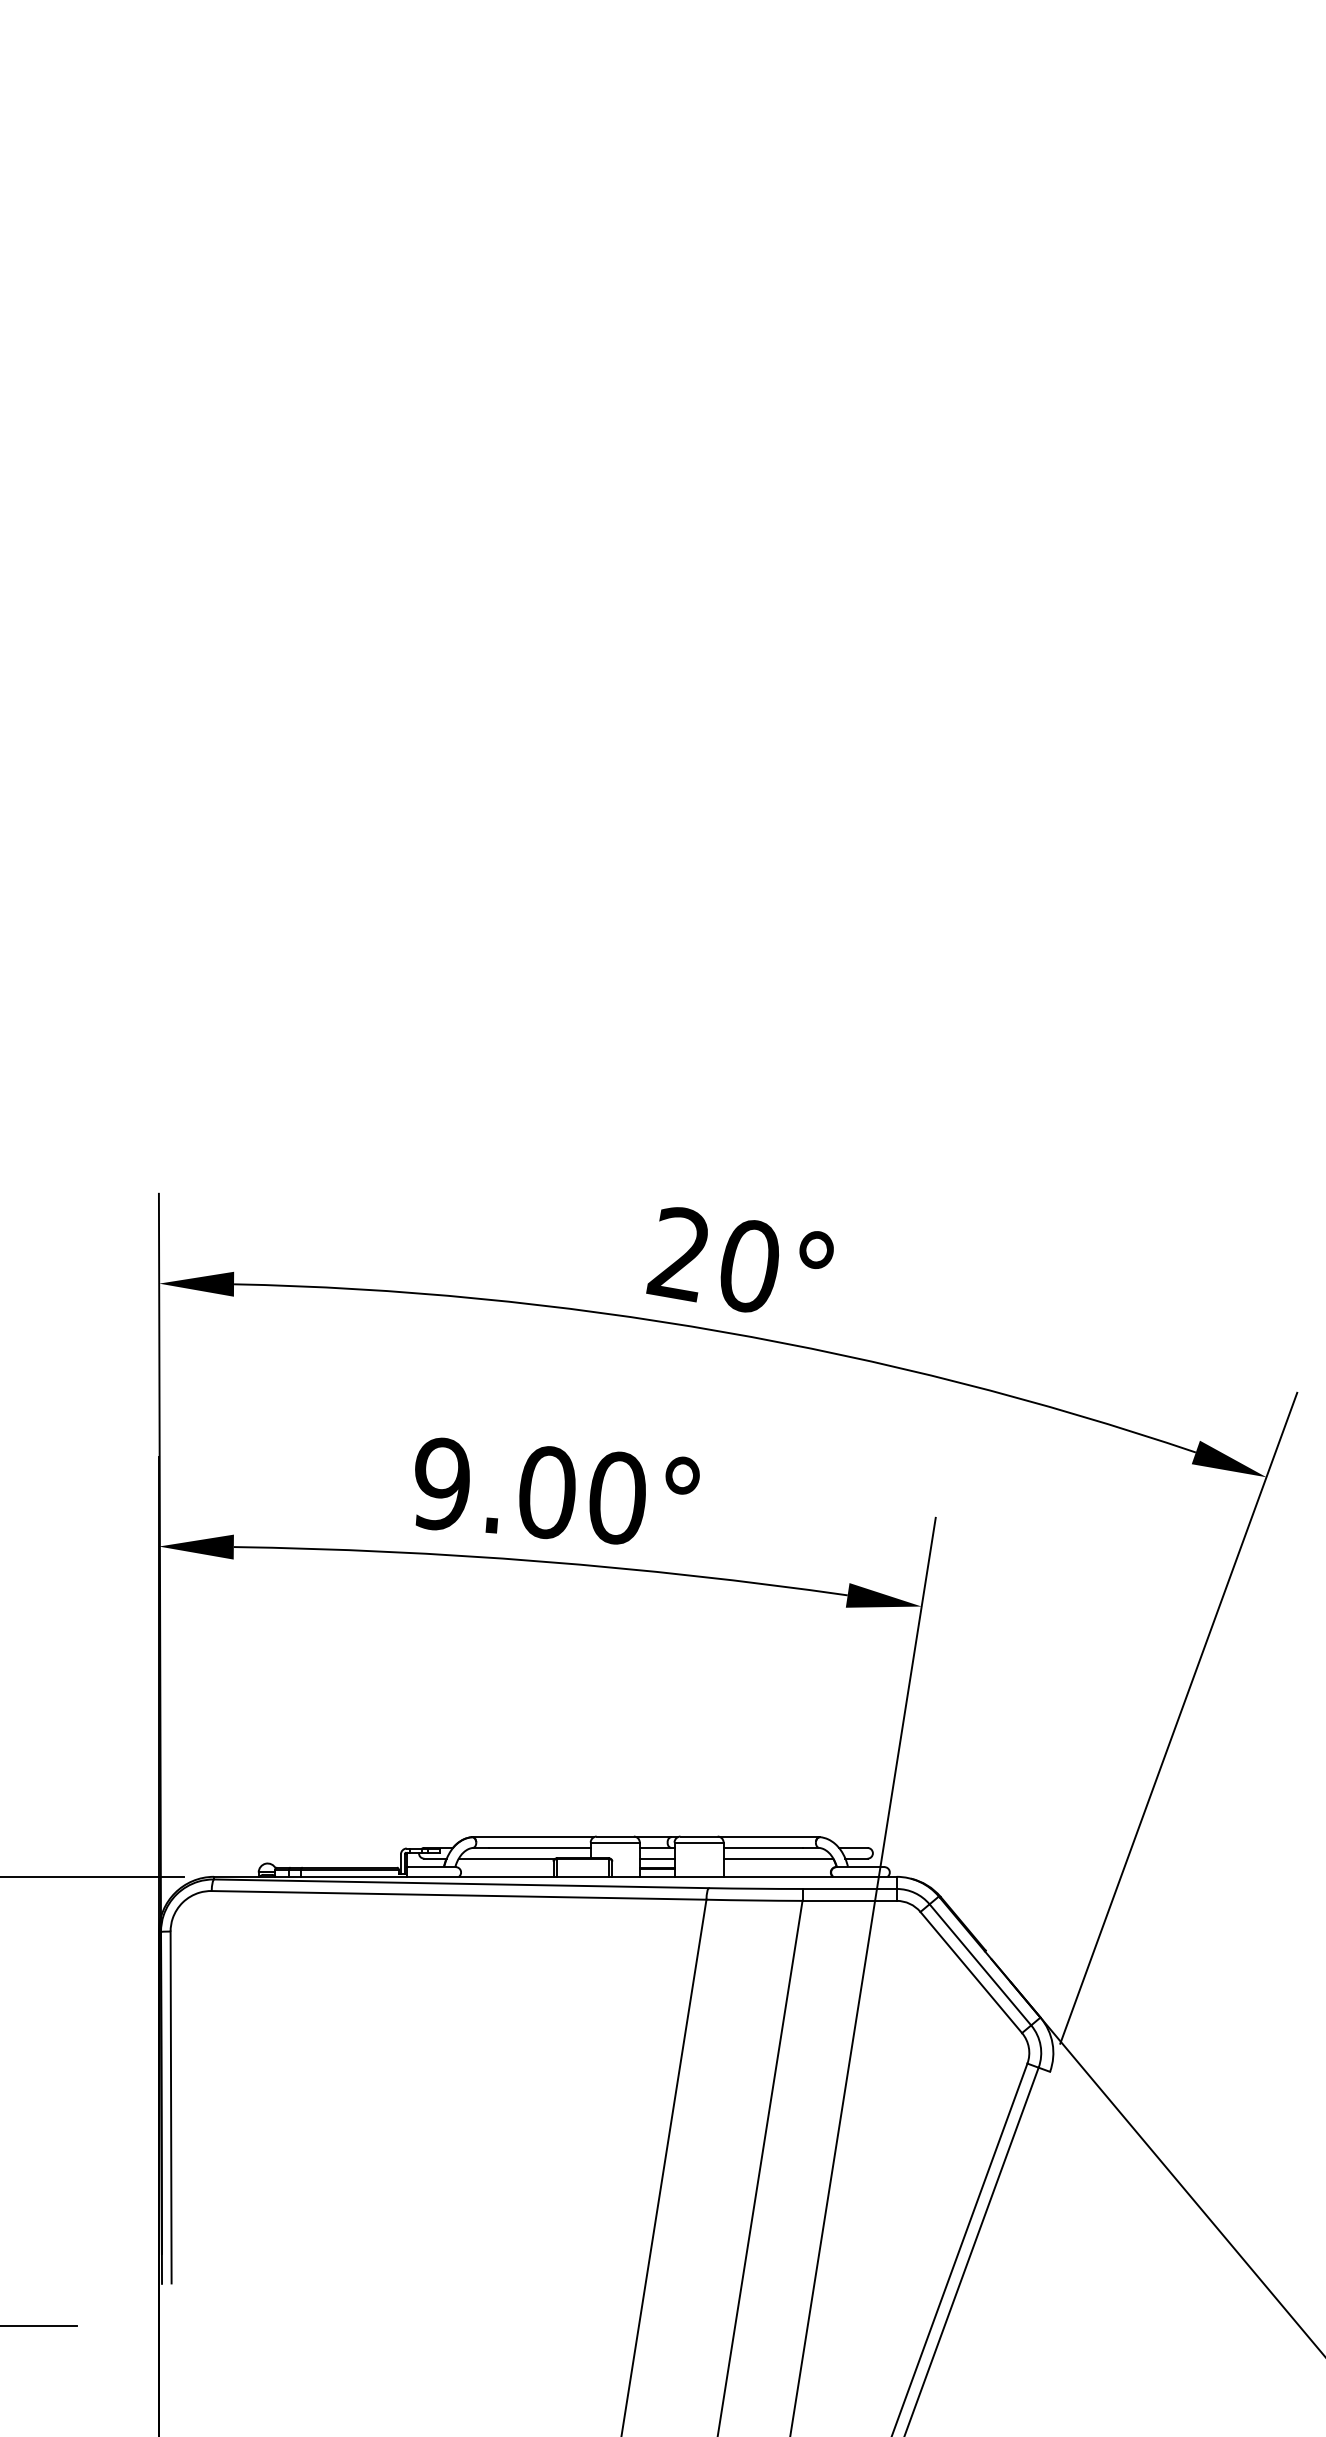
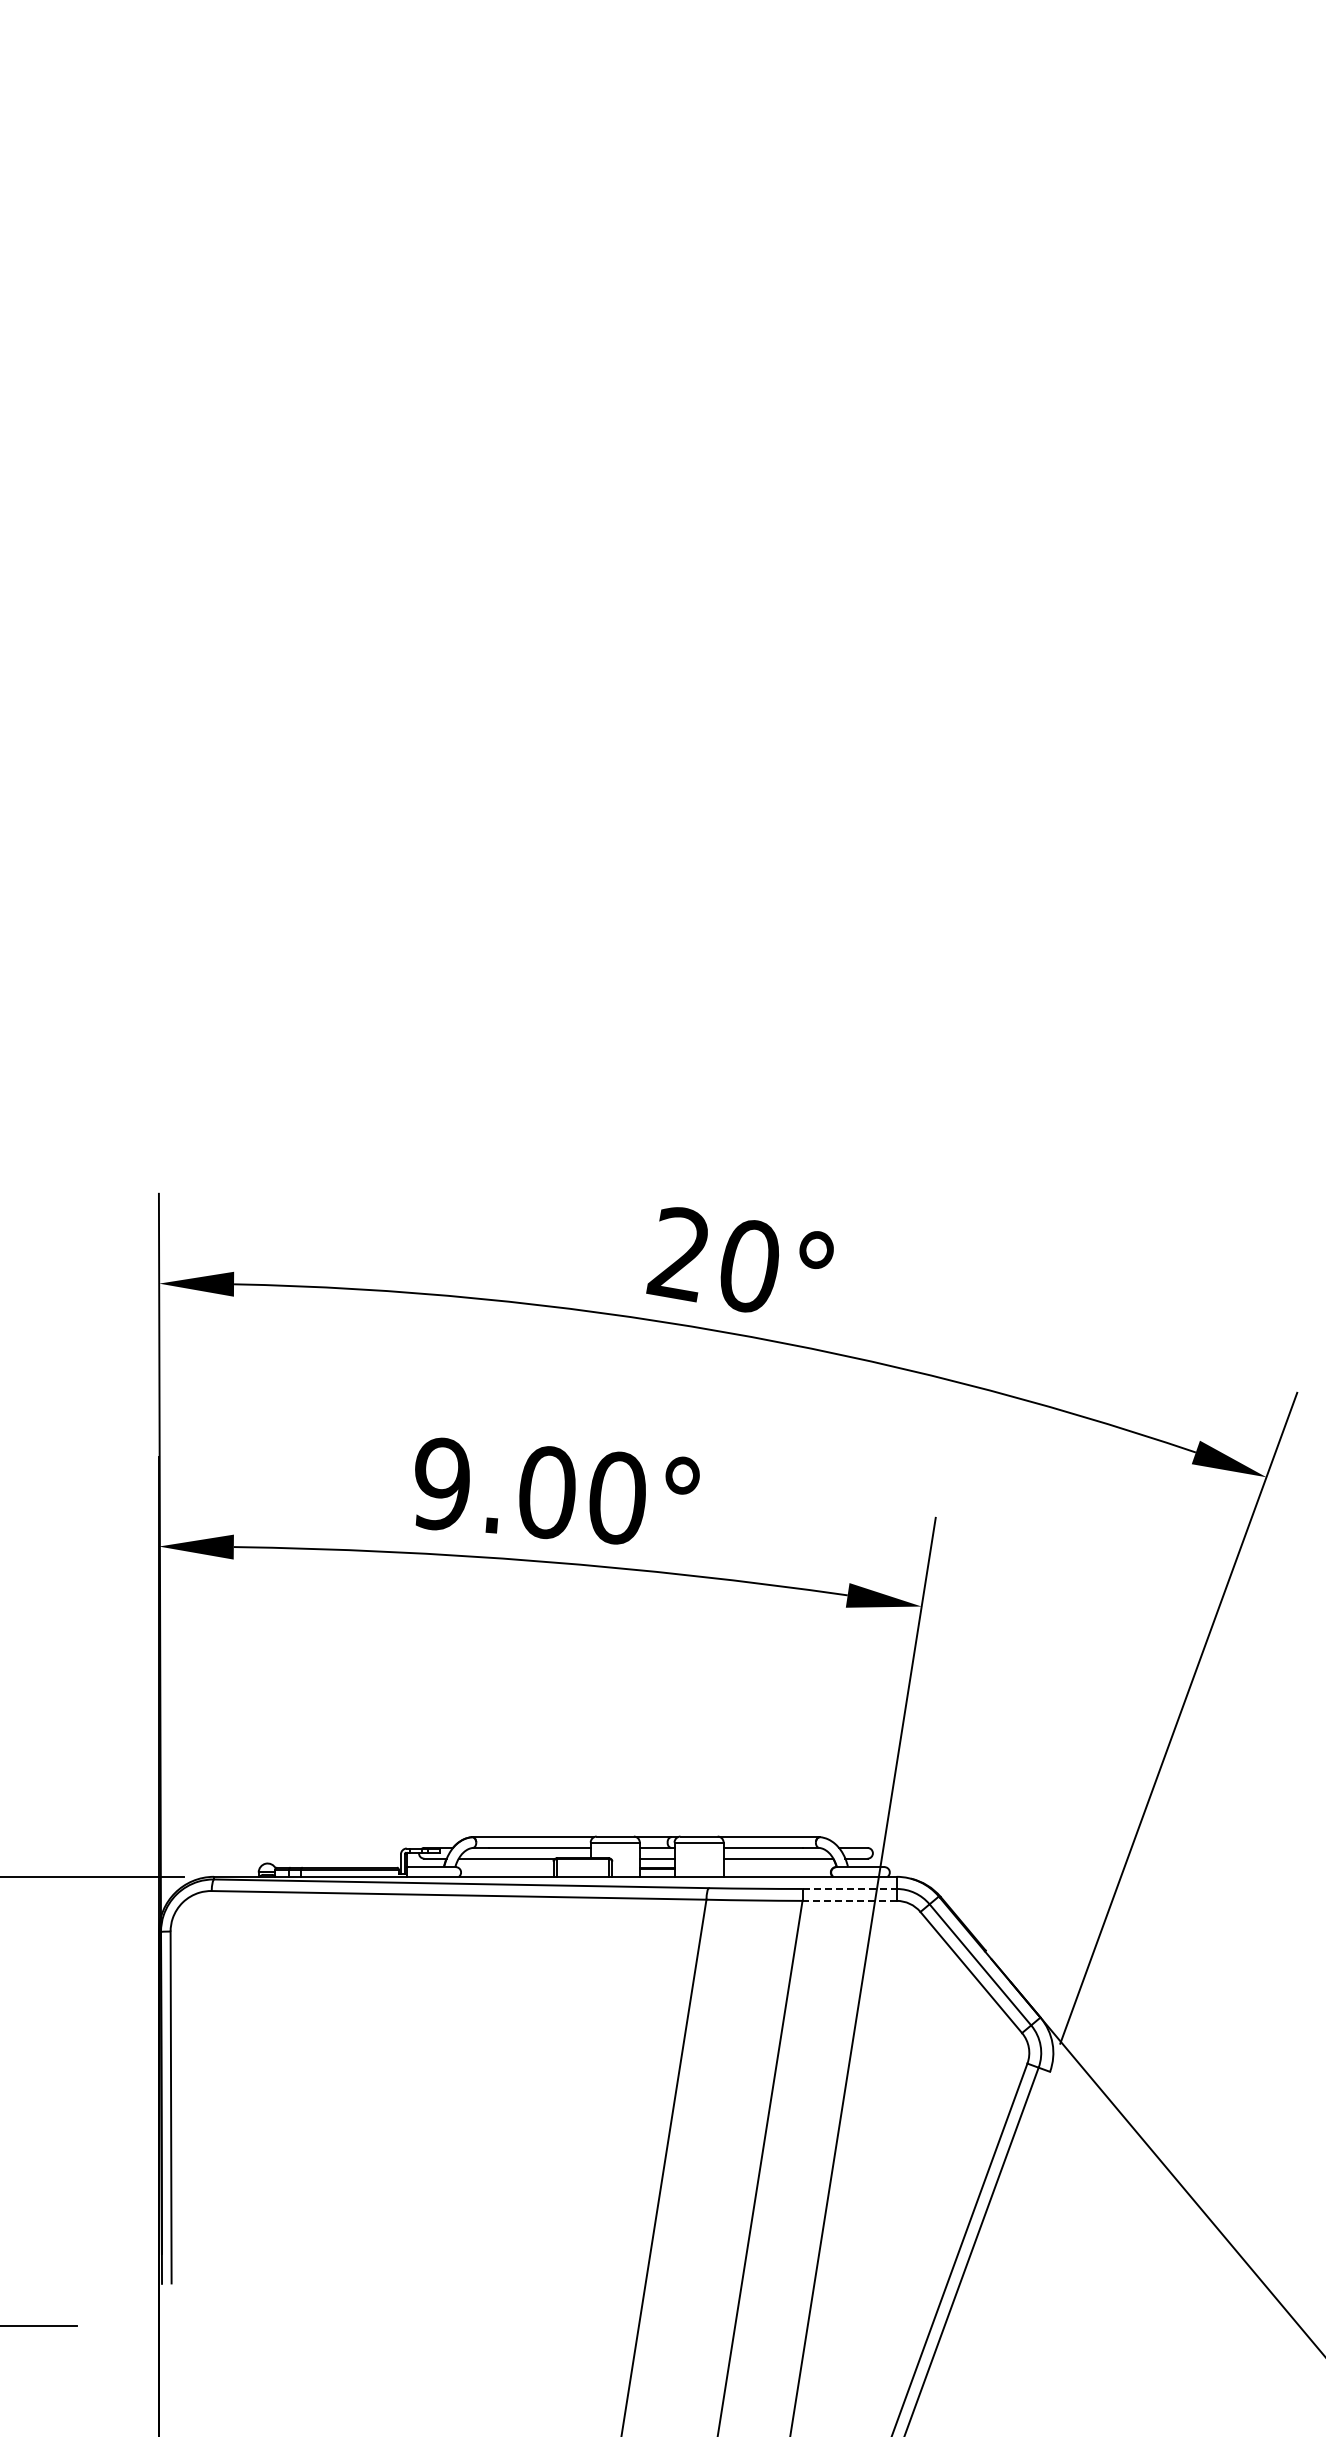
line at (850, 1888): solid -> dashed
line at (849, 1900): solid -> dashed
